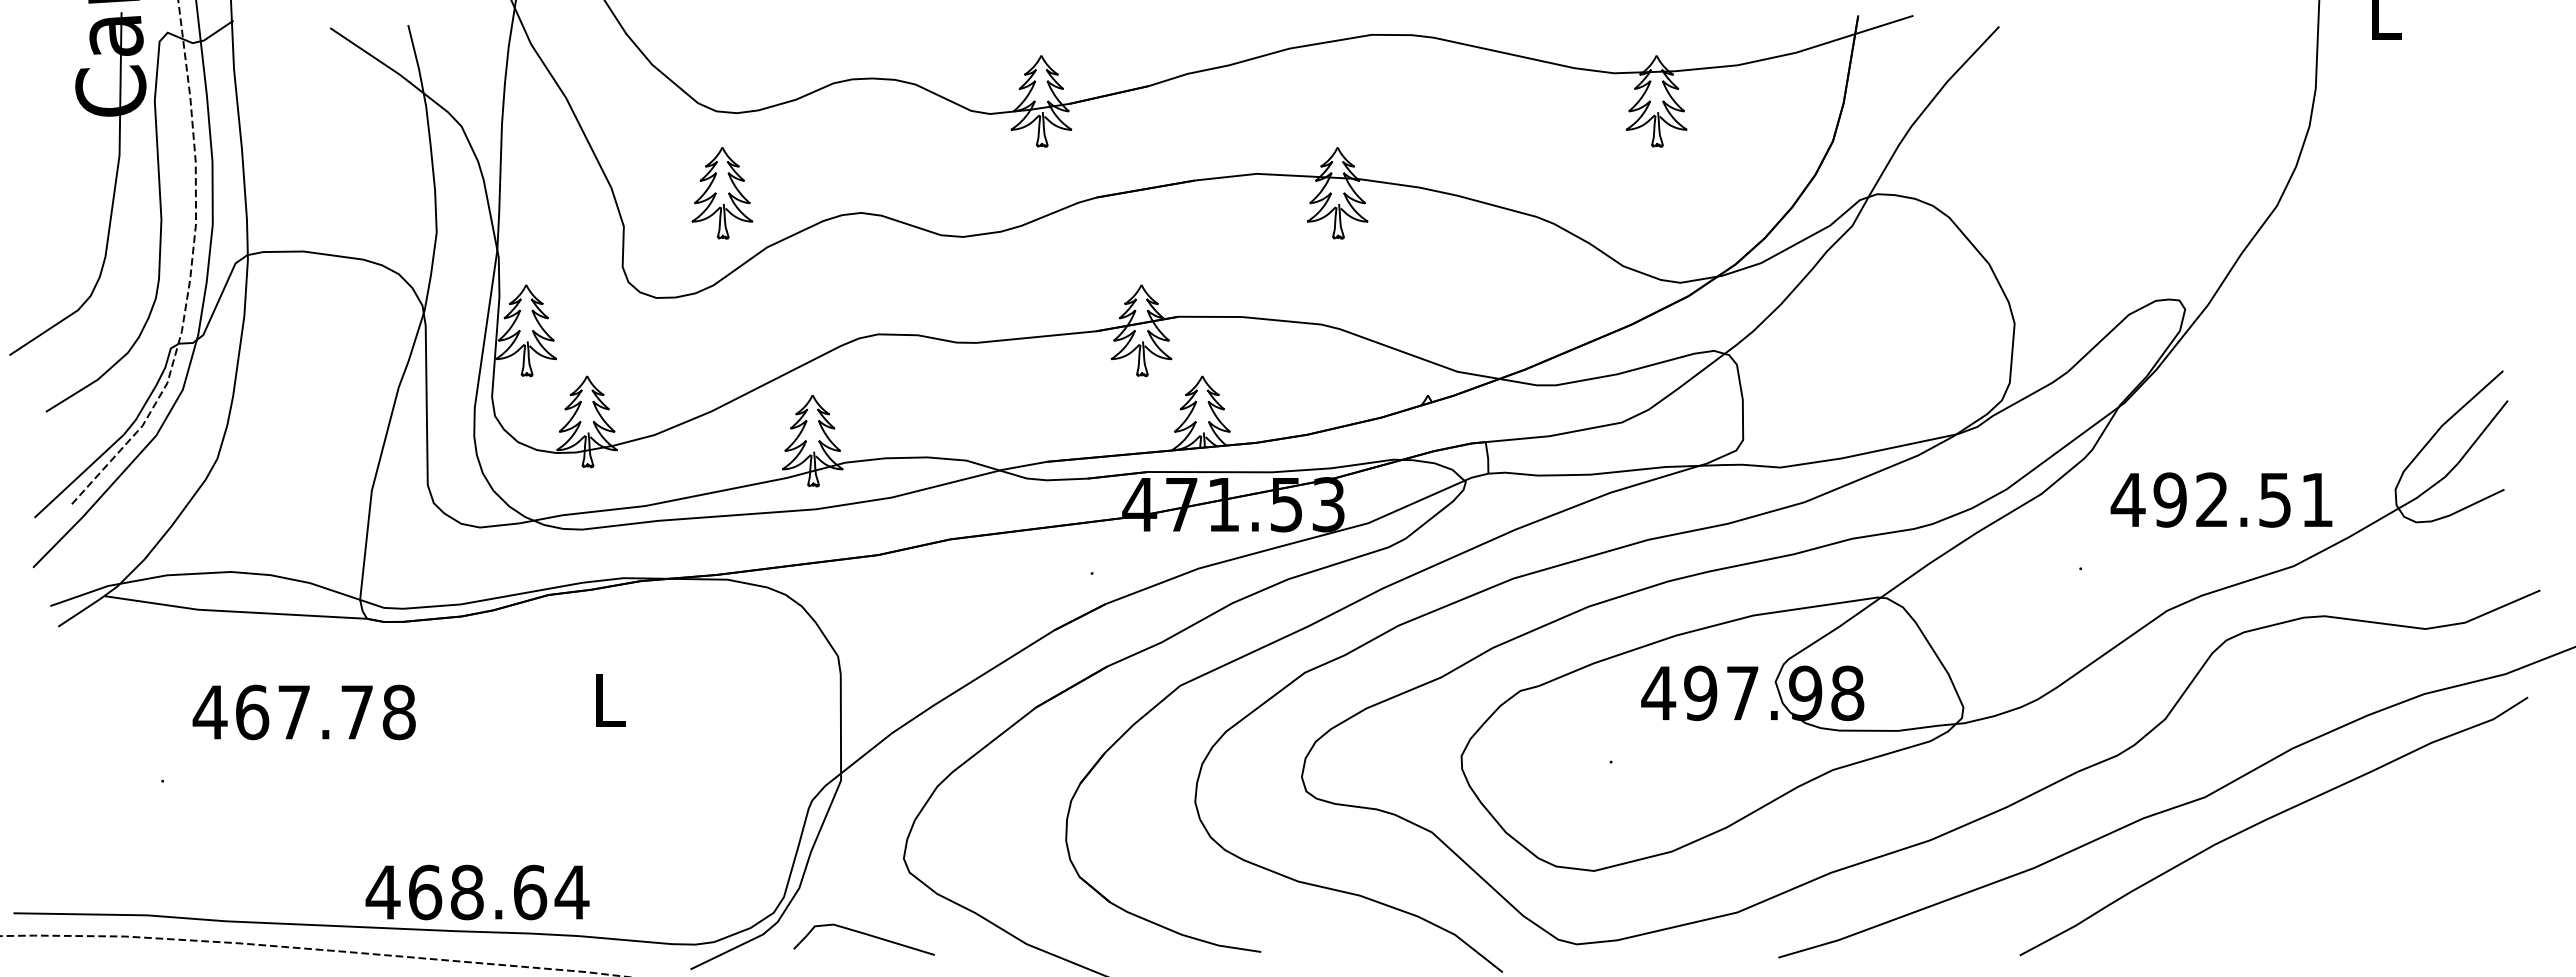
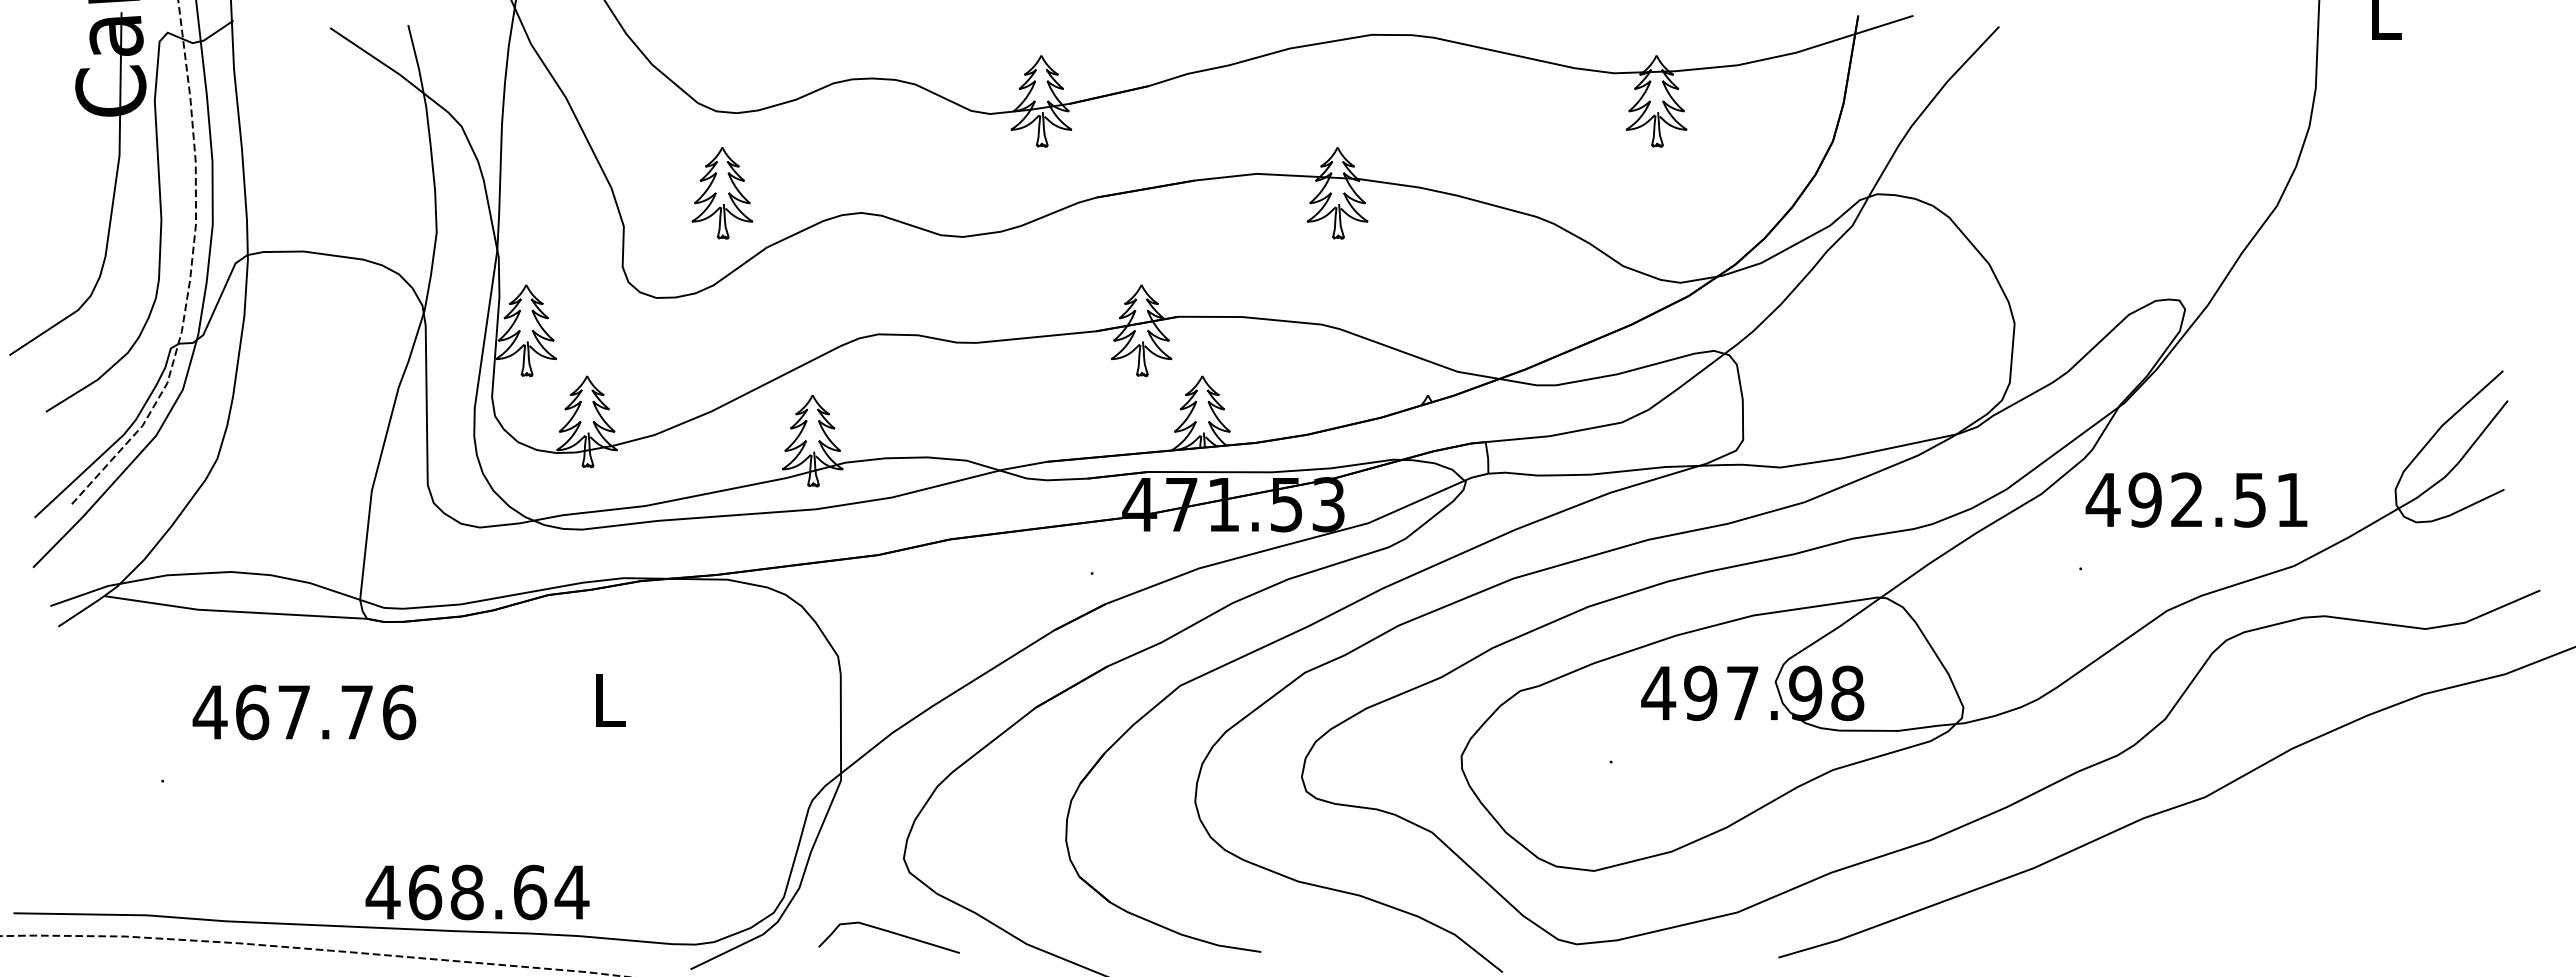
text at (2221, 499) position: (2221, 499) -> (2196, 499)
text at (399, 712): 467.78 -> 467.76
curve at (2269, 819): present -> none
curve at (863, 934) position: (863, 934) -> (888, 932)
